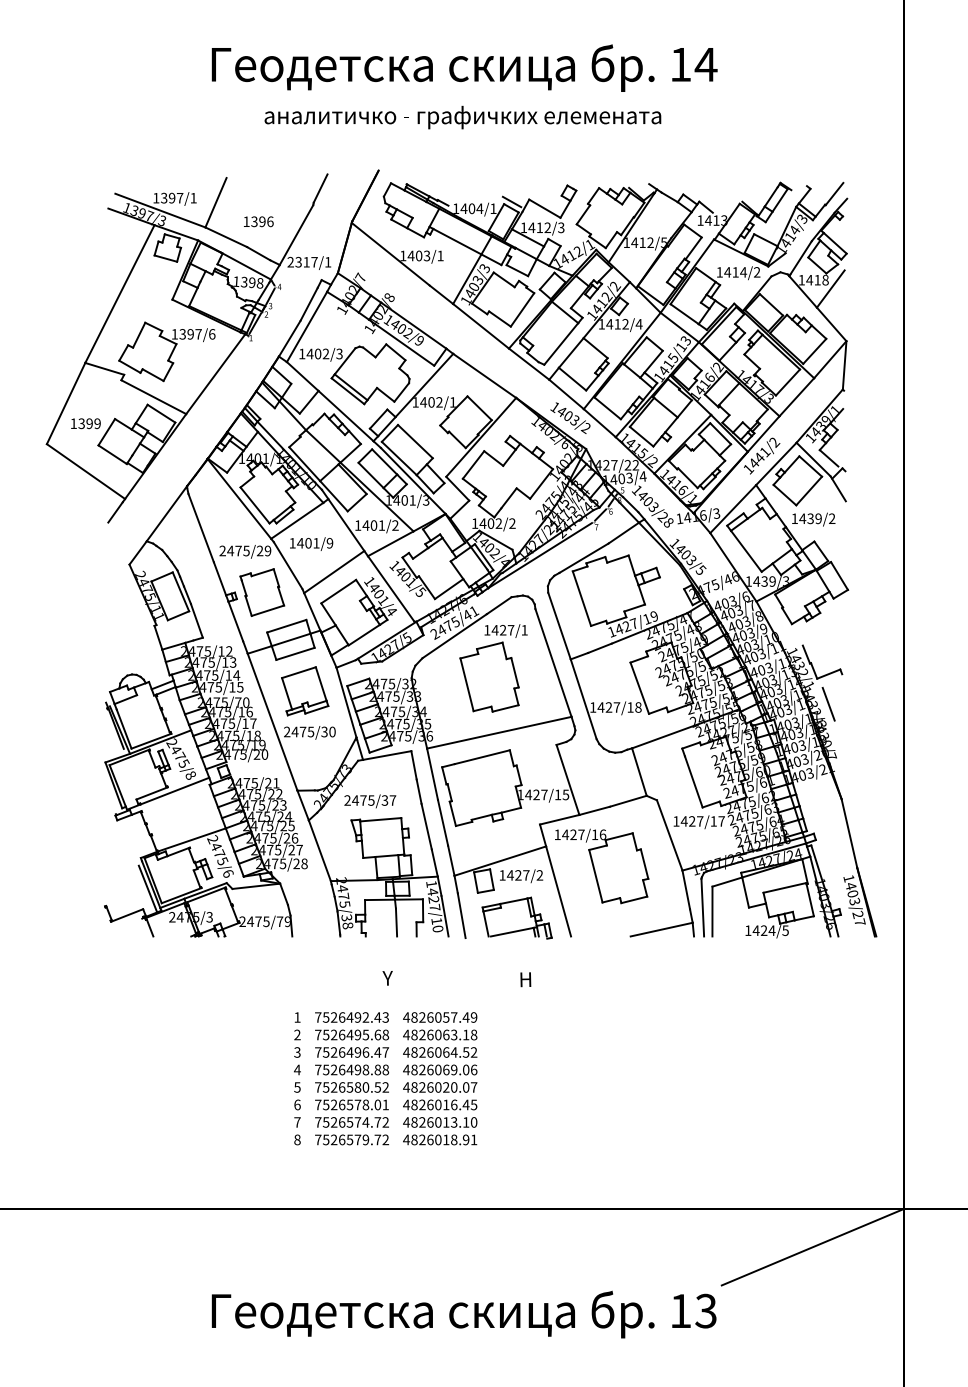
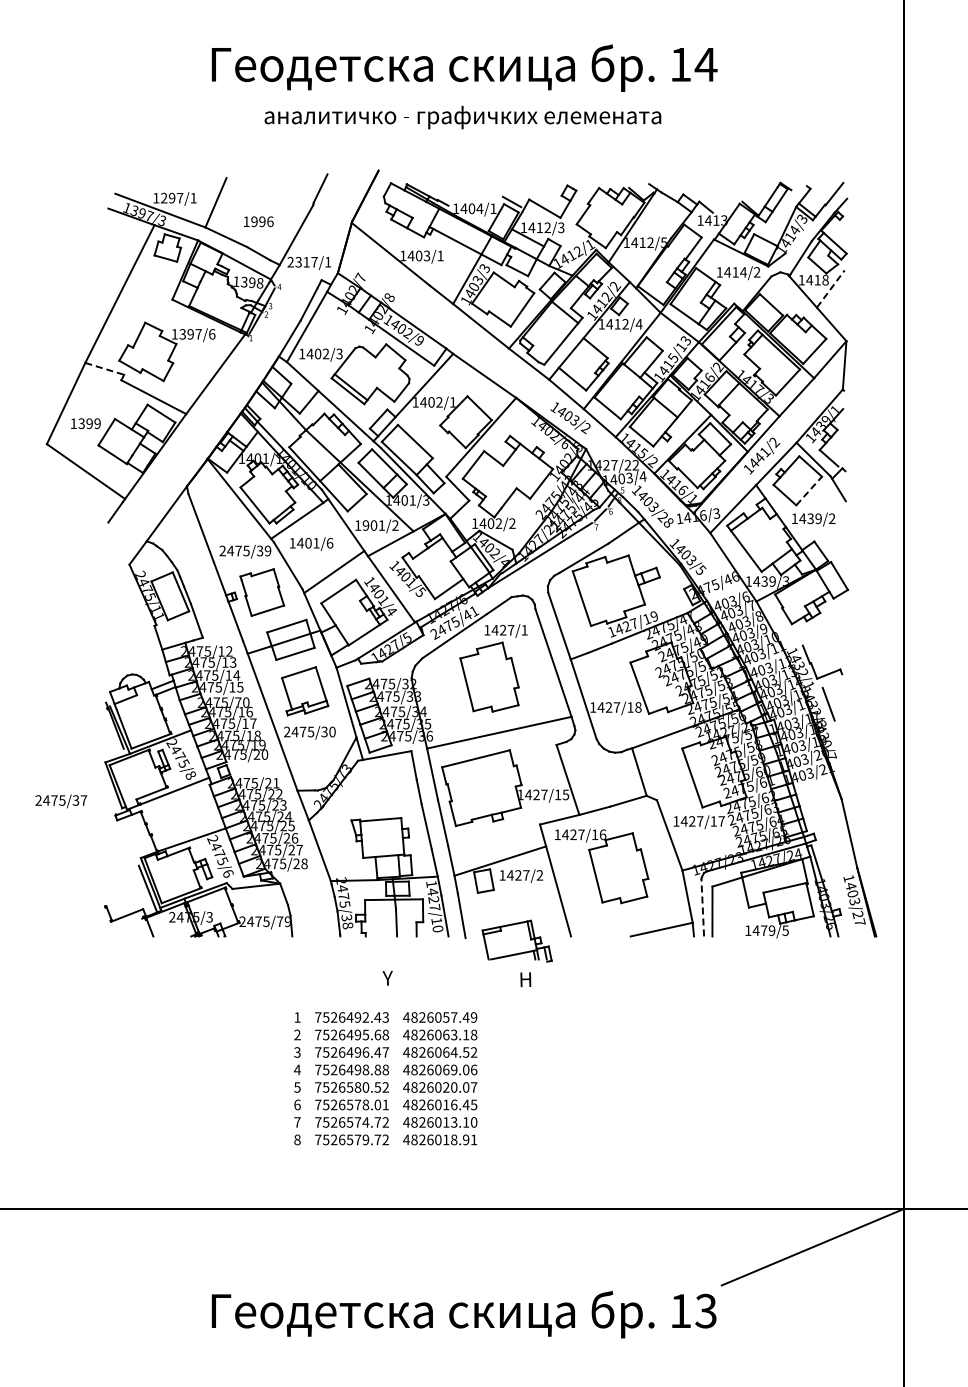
text at (164, 198): 1397/1 -> 1297/1
text at (254, 221): 1396 -> 1996
line at (831, 288): solid -> dashed
line at (105, 369): solid -> dashed
line at (809, 490): solid -> dashed
text at (365, 525): 1401/2 -> 1901/2
text at (329, 542): 1401/9 -> 1401/6
text at (260, 551): 2475/29 -> 2475/39
text at (370, 801) position: (370, 801) -> (61, 801)
line at (702, 907): solid -> dashed
part at (516, 917) position: (516, 917) -> (516, 940)
text at (767, 930): 1424/5 -> 1479/5
